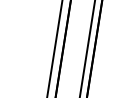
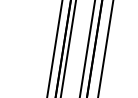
line at (68, 48): none -> present
line at (105, 48): none -> present
